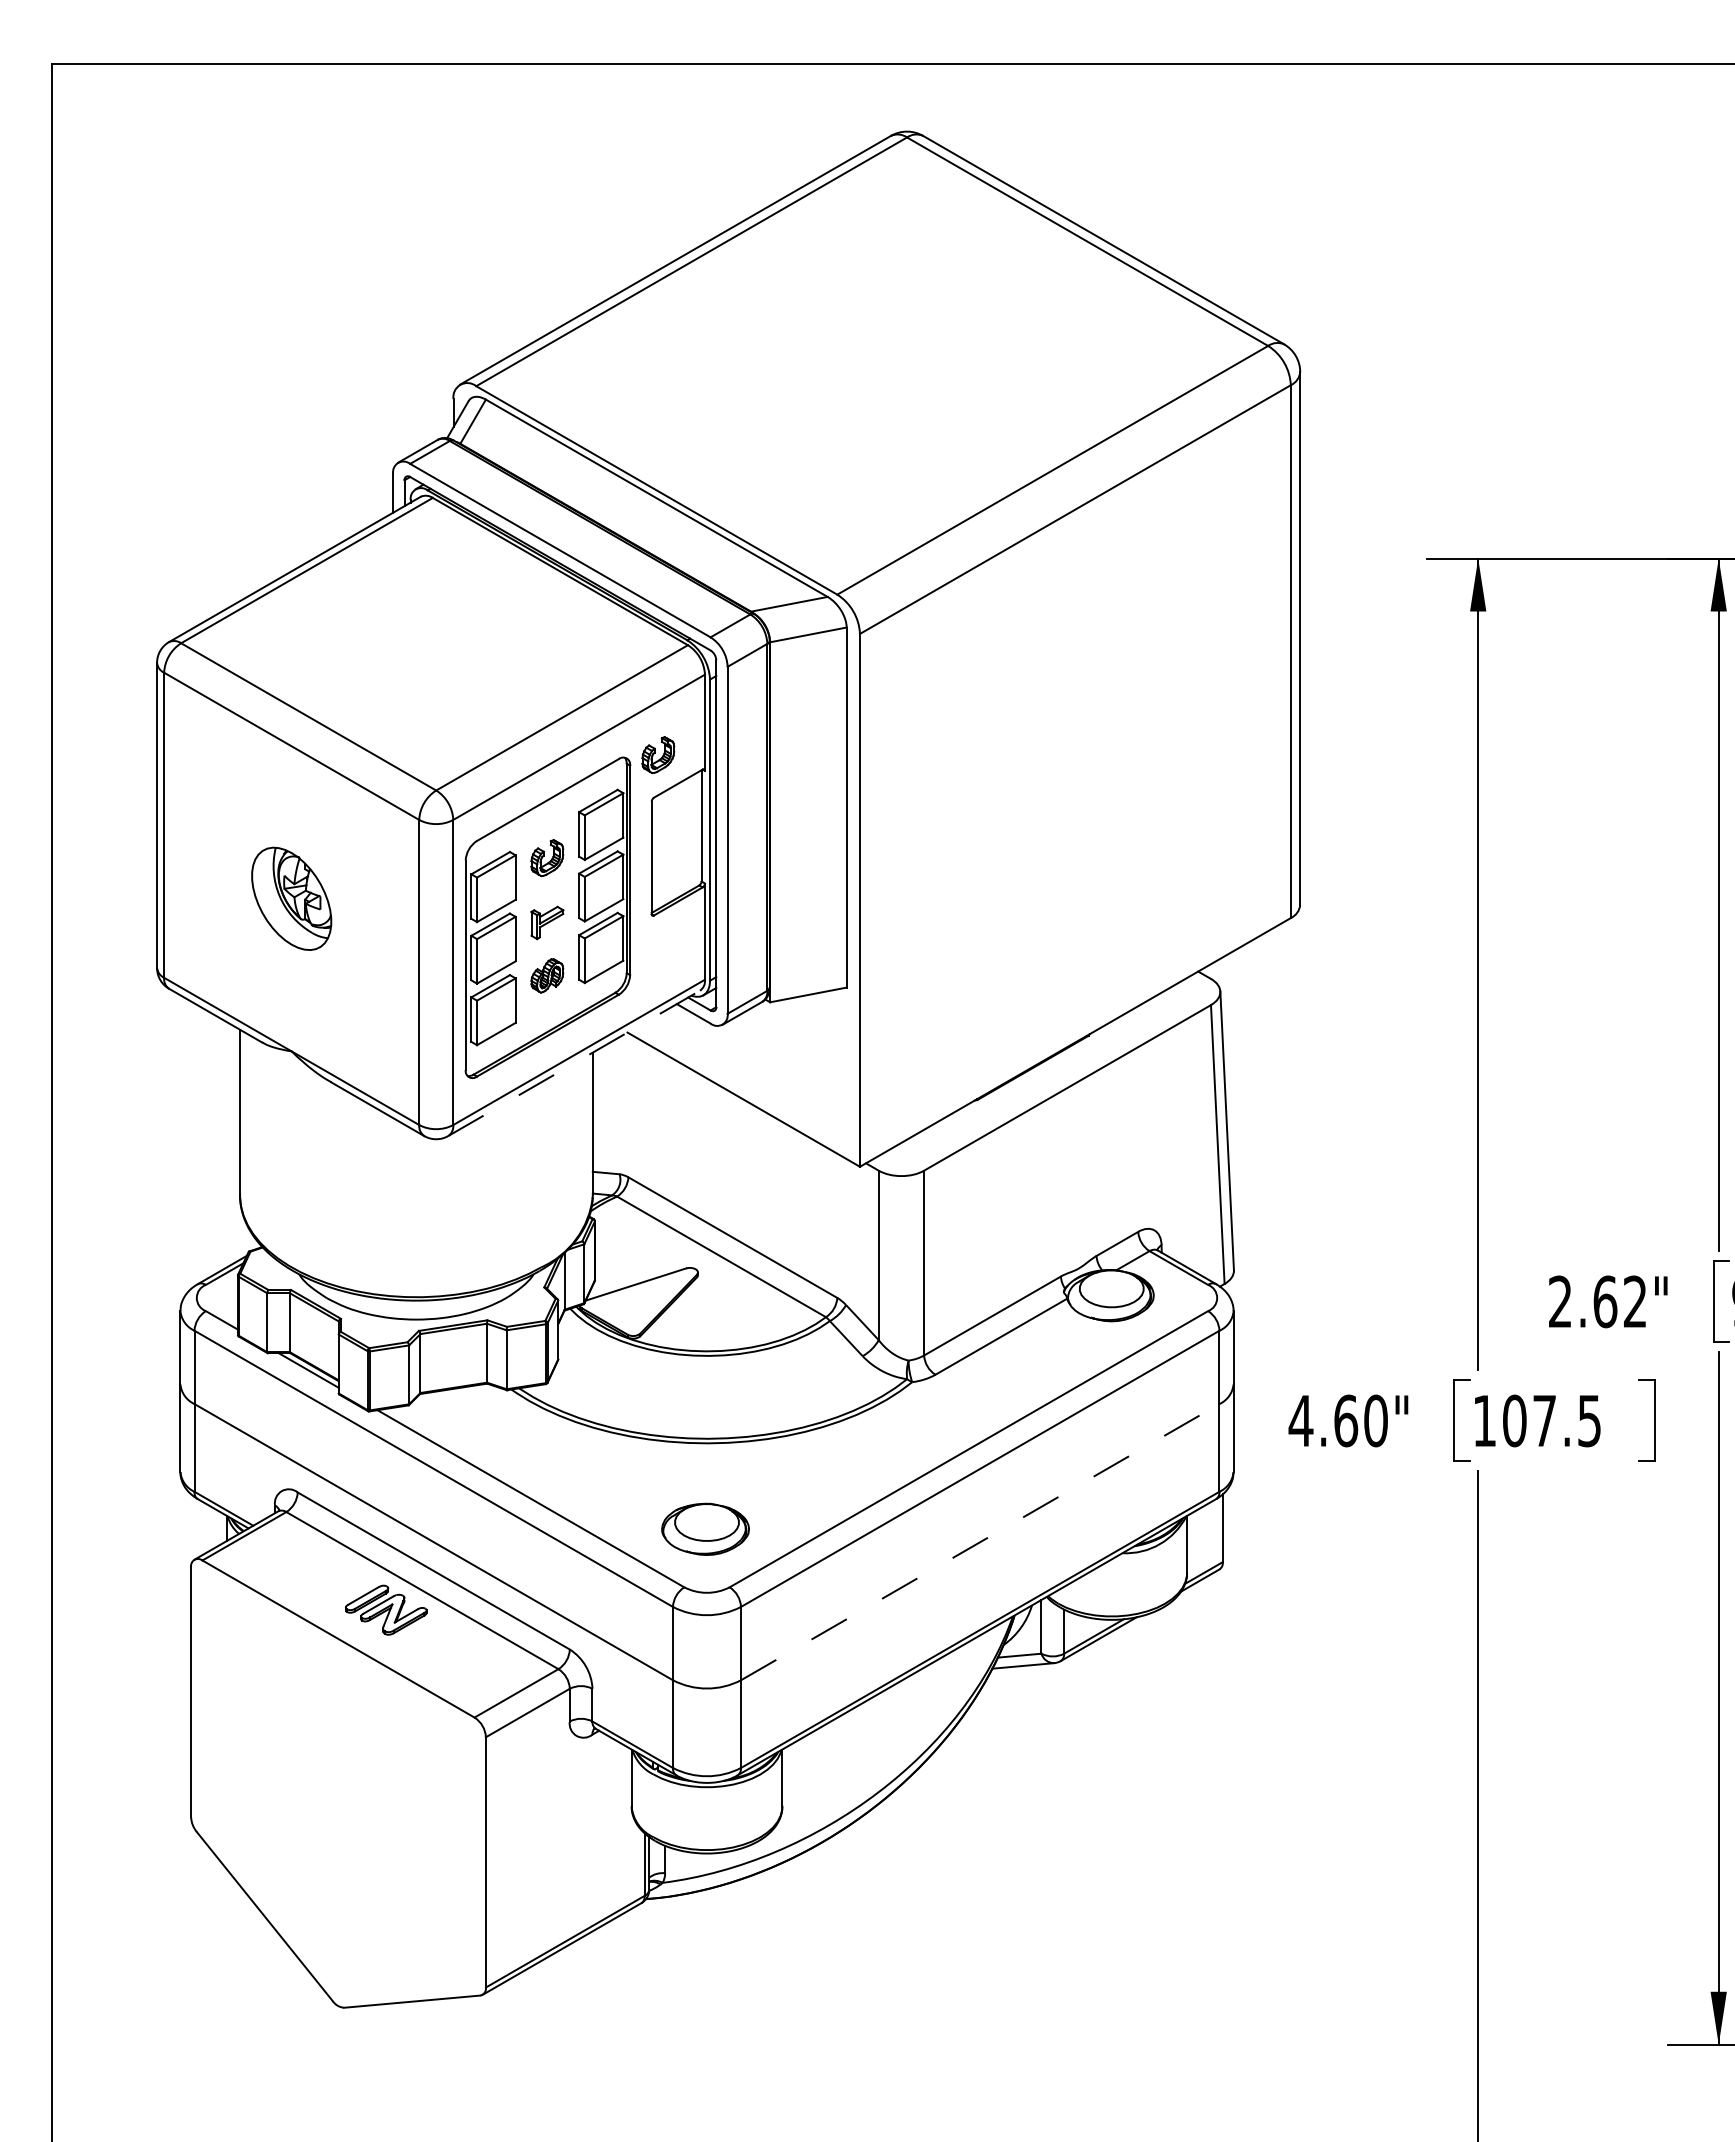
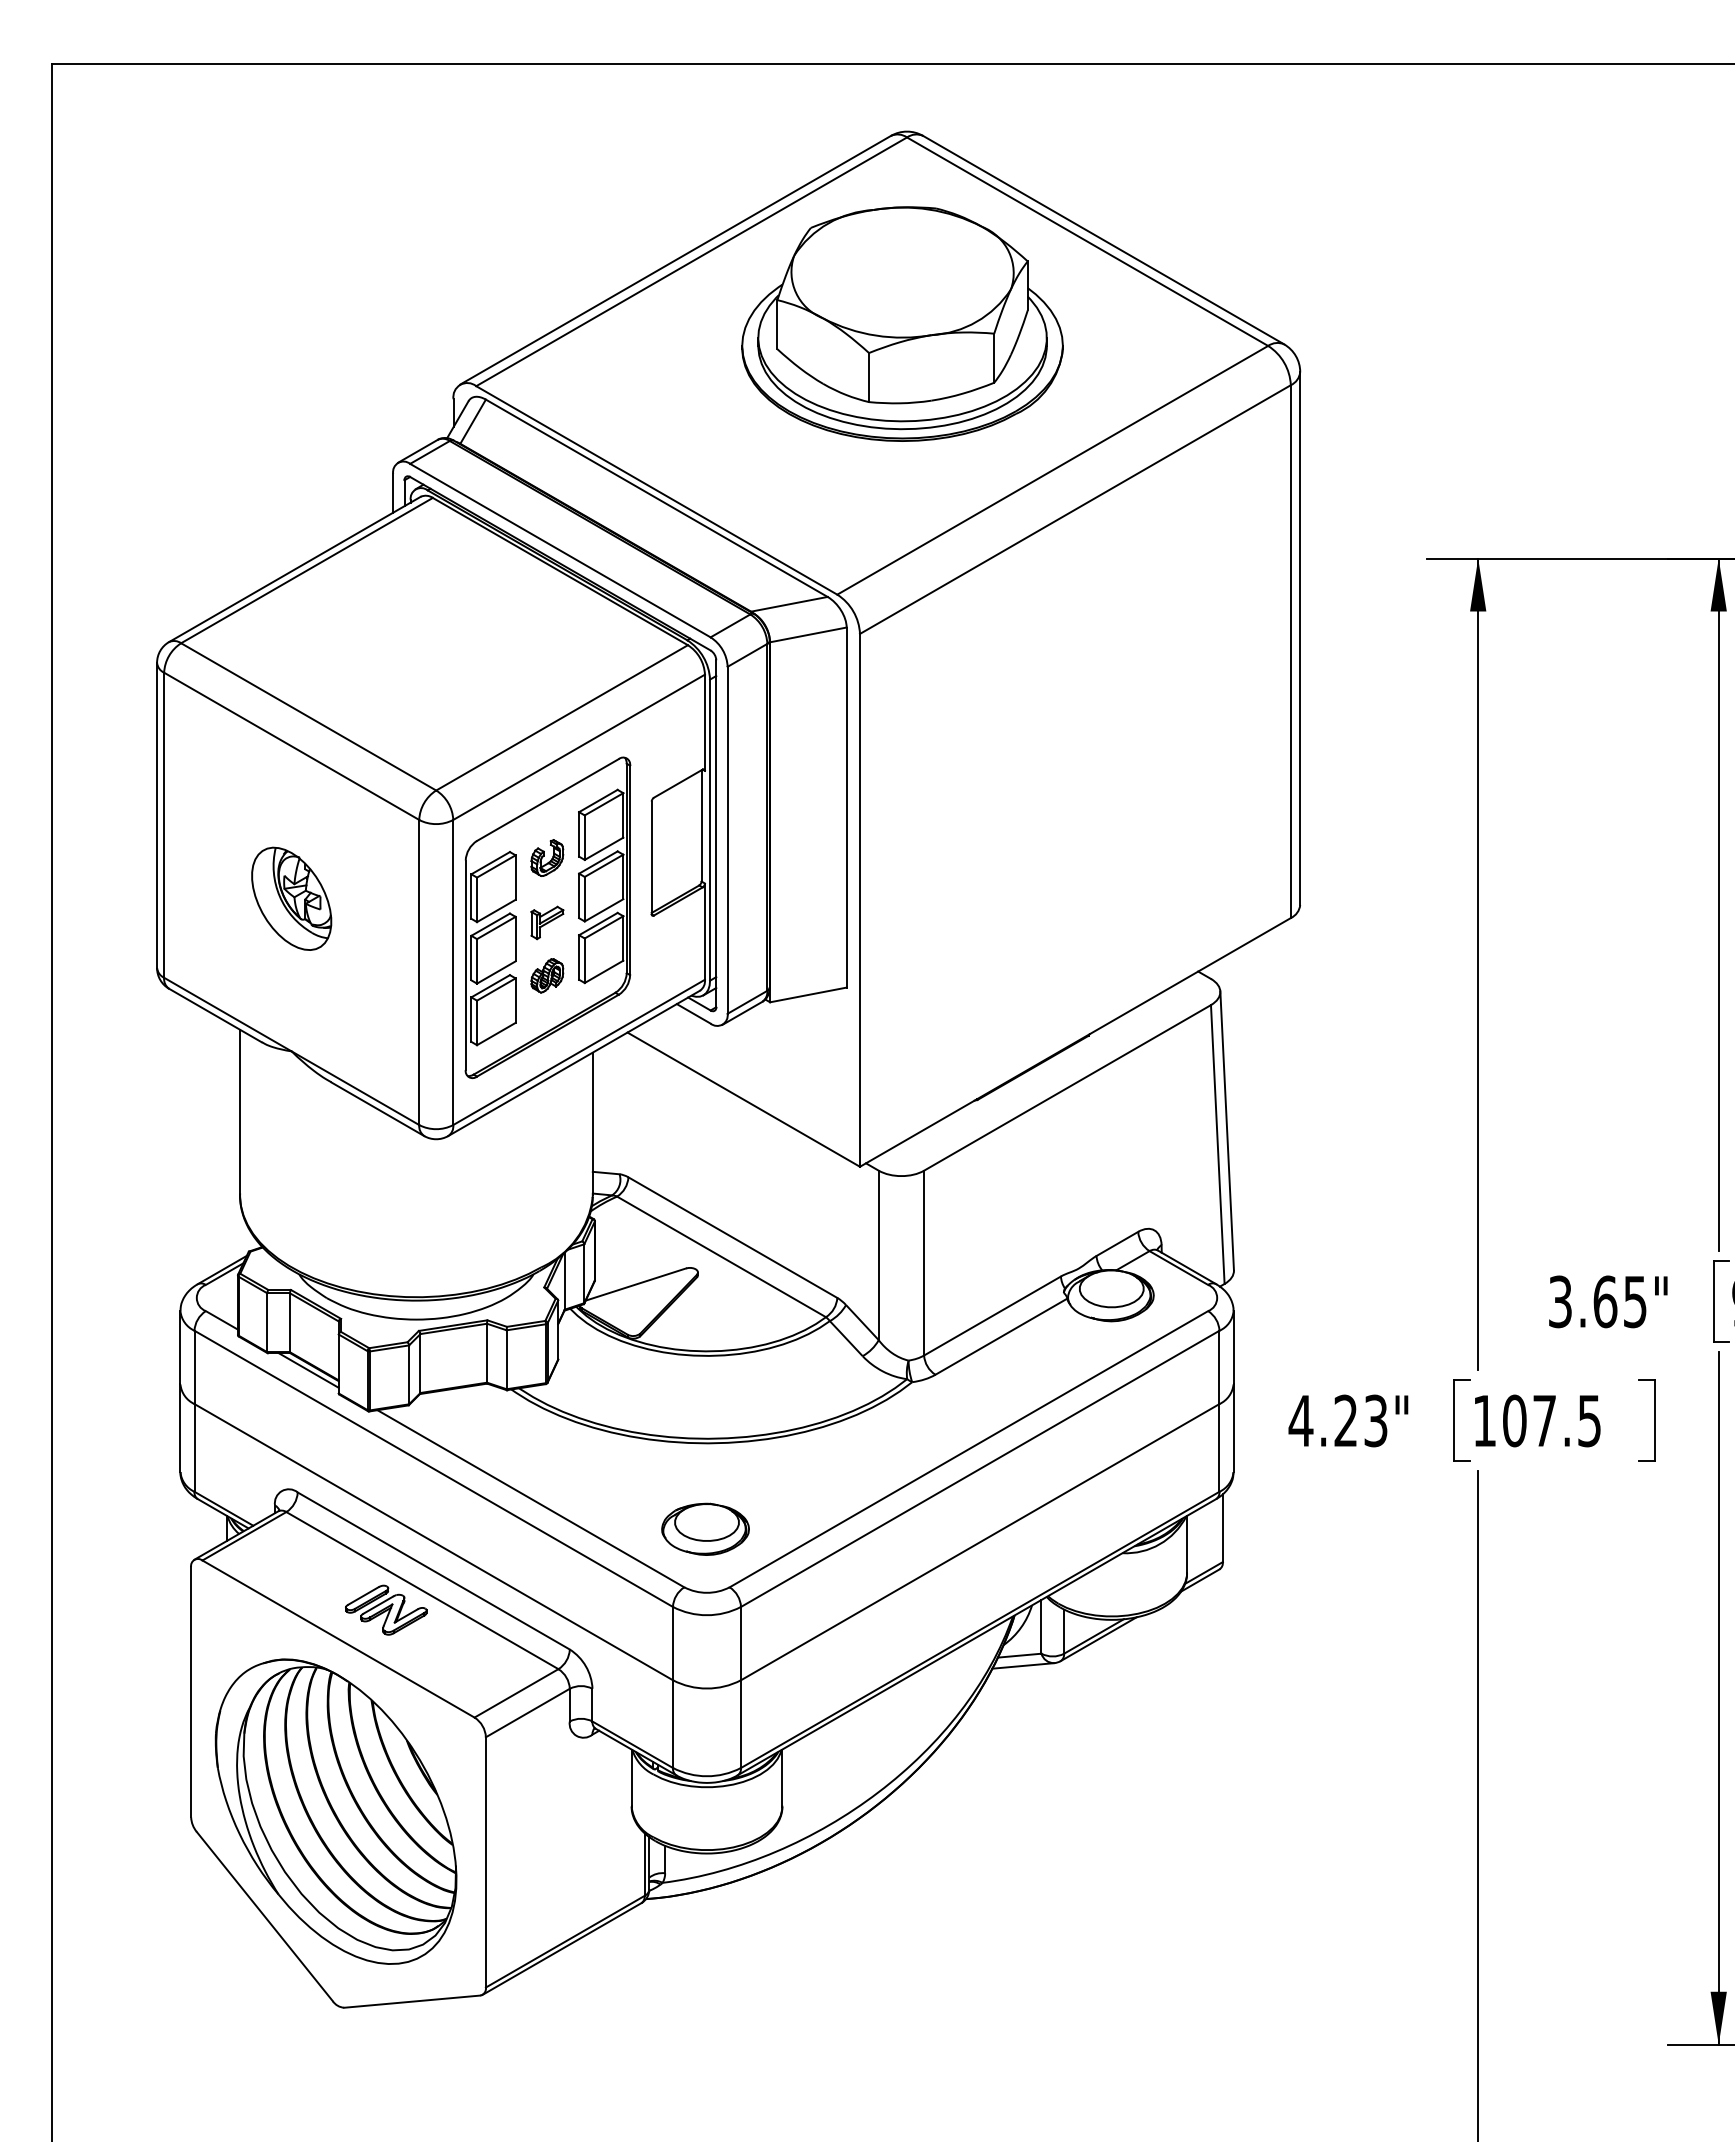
part at (902, 323): none -> present
part at (658, 754): present -> none
line at (574, 1063): dashed -> solid
text at (1597, 1301): 2.62" -> 3.65"
text at (1360, 1420): 4.60" -> 4.23"
line at (980, 1541): dashed -> solid
part at (335, 1811): none -> present
